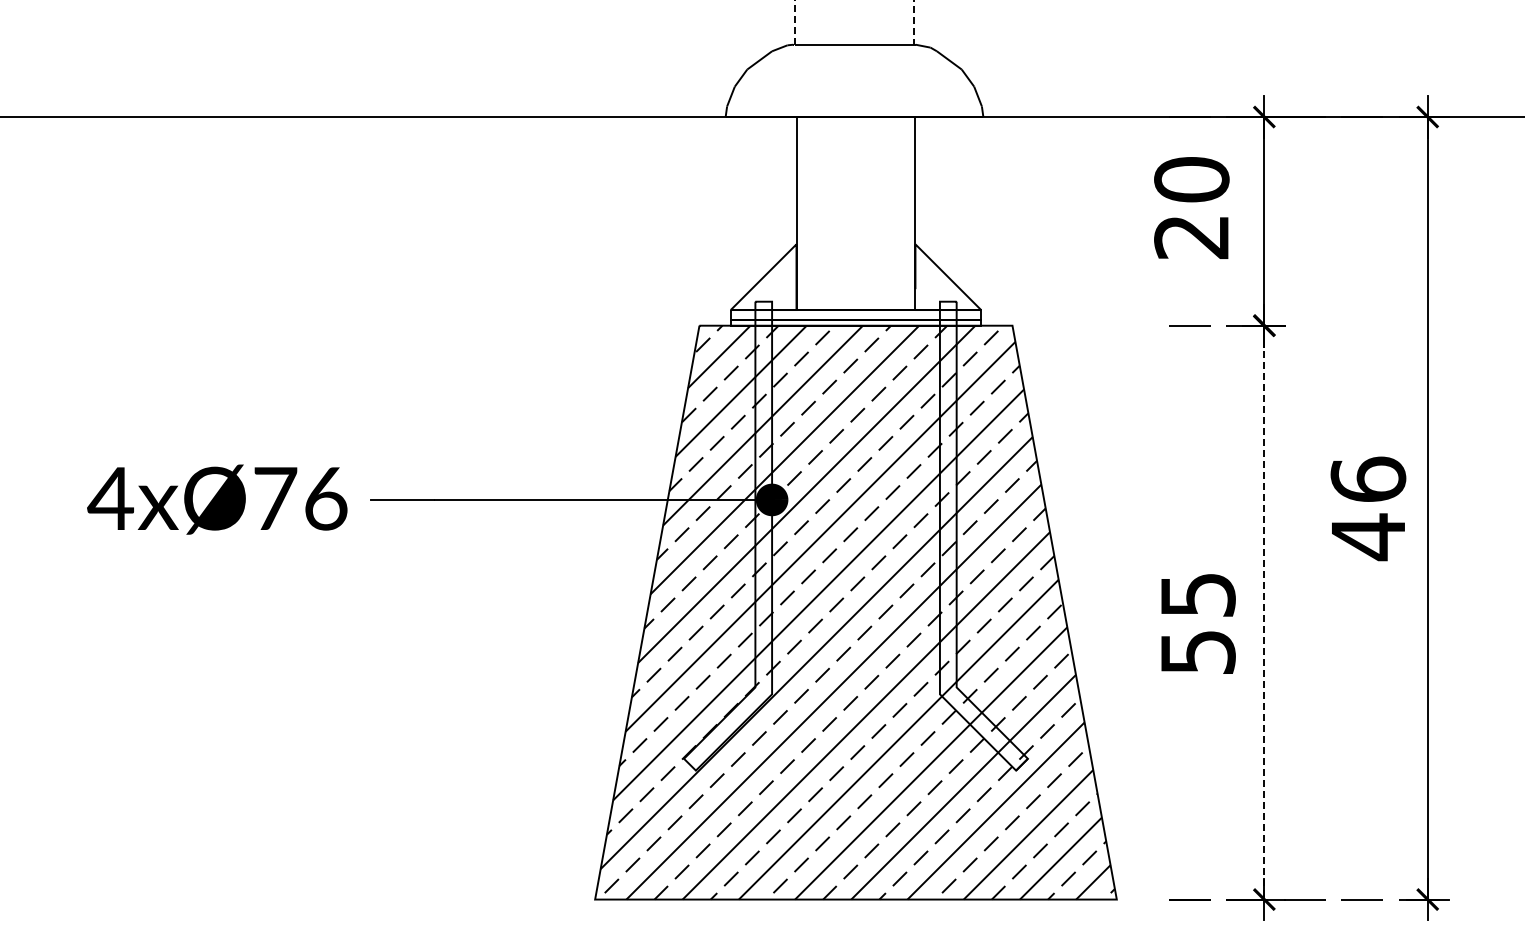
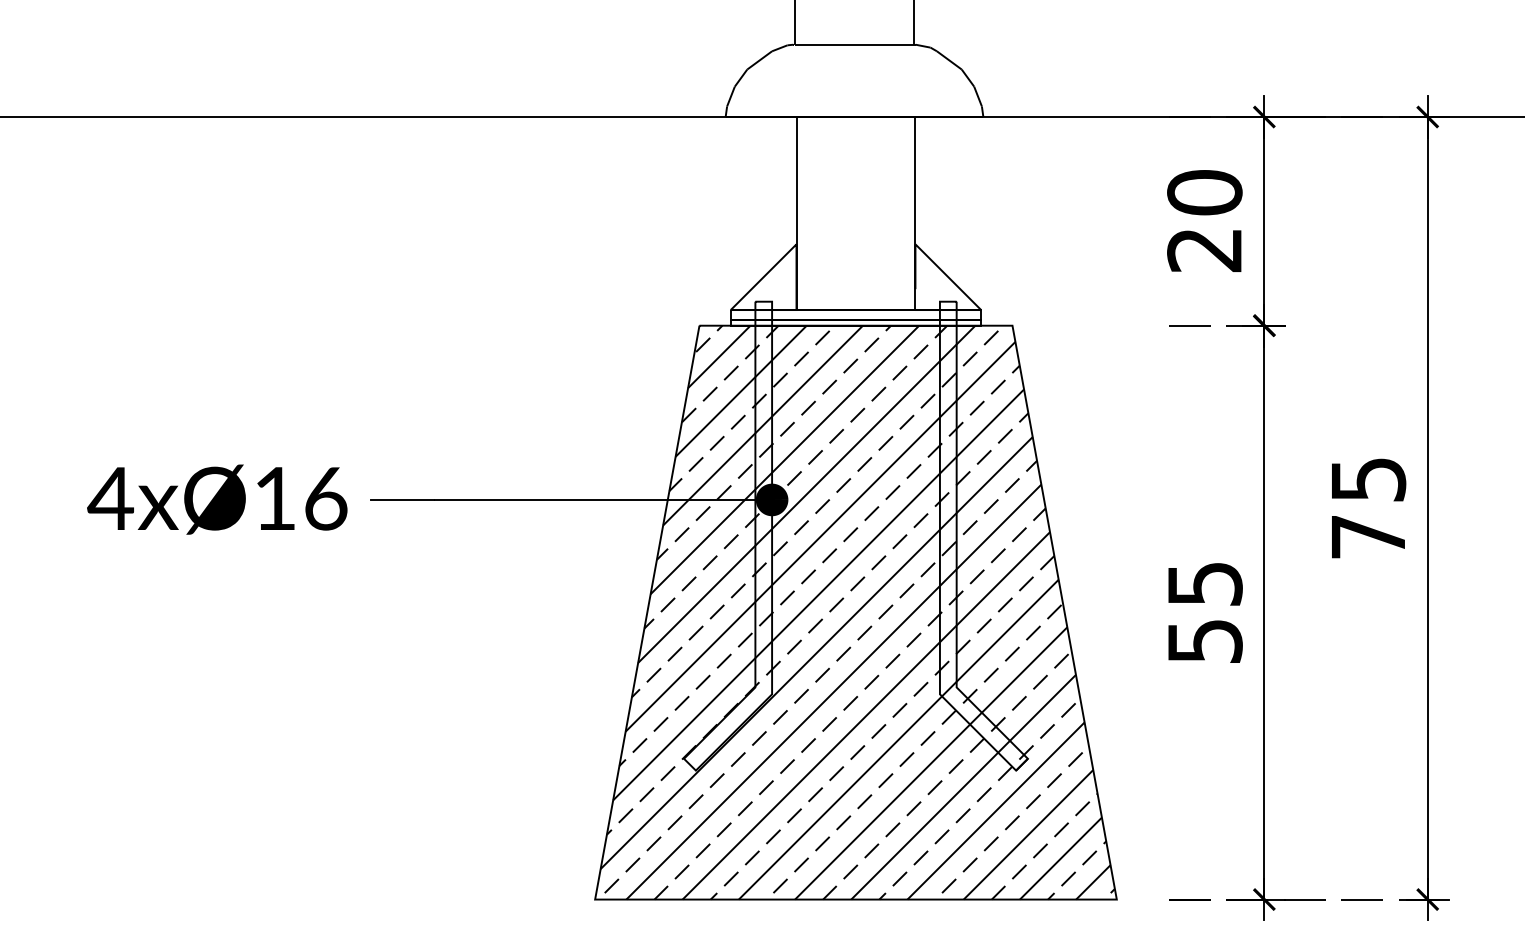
line at (794, 22): dashed -> solid
line at (914, 23): dashed -> solid
text at (1191, 207) position: (1191, 207) -> (1204, 220)
text at (275, 498): 4xØ76 -> 4xØ16
text at (1368, 508): 46 -> 75
line at (1264, 612): dashed -> solid
text at (1198, 623) position: (1198, 623) -> (1205, 612)
